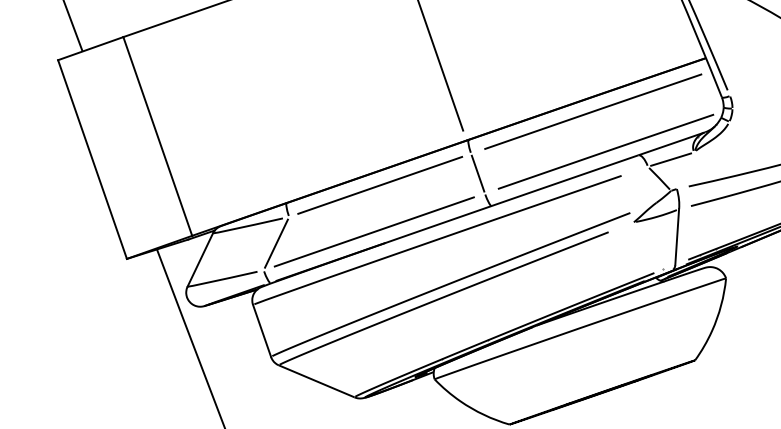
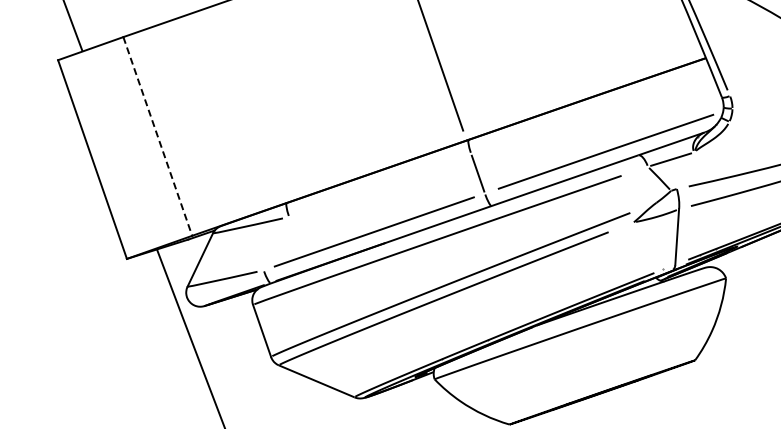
line at (593, 111): present -> none
line at (157, 136): solid -> dashed
line at (380, 184): present -> none
line at (276, 243): present -> none
